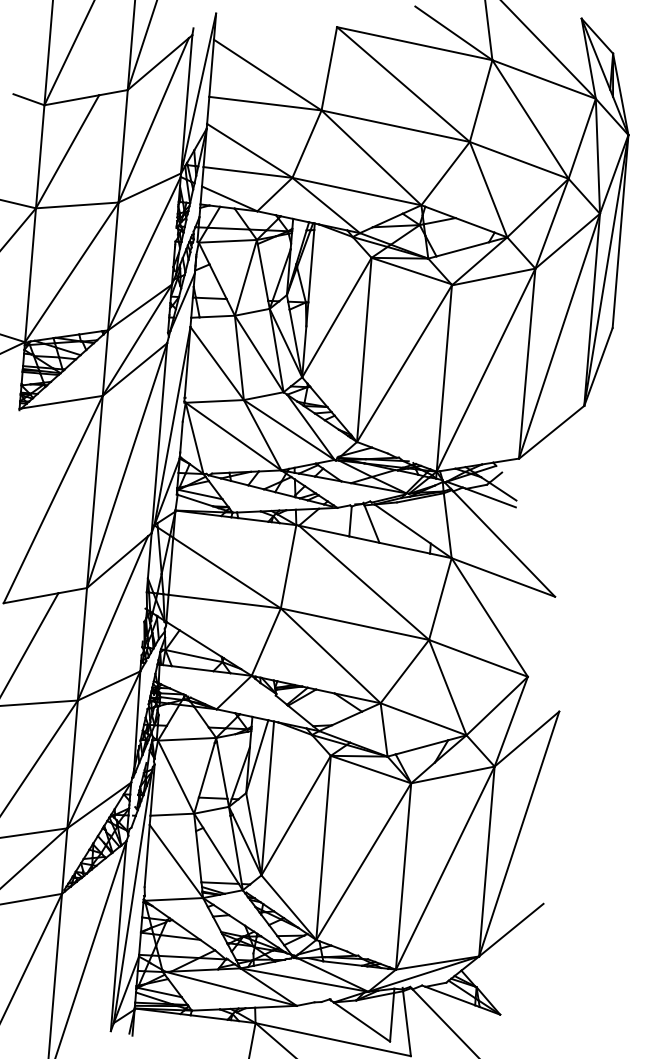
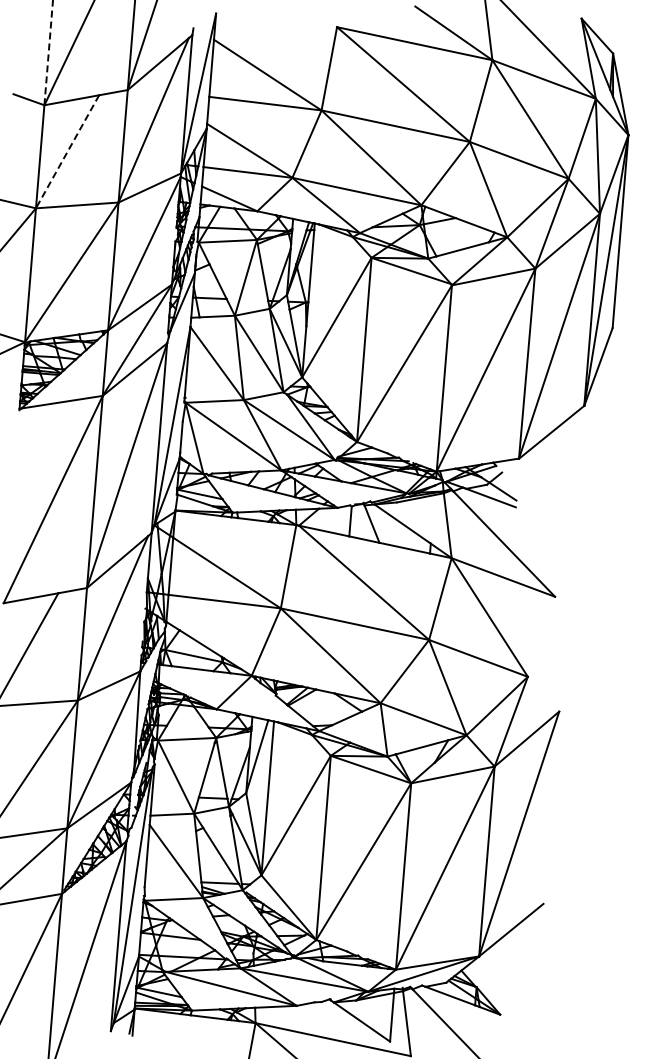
line at (48, 52): solid -> dashed
line at (67, 151): solid -> dashed
